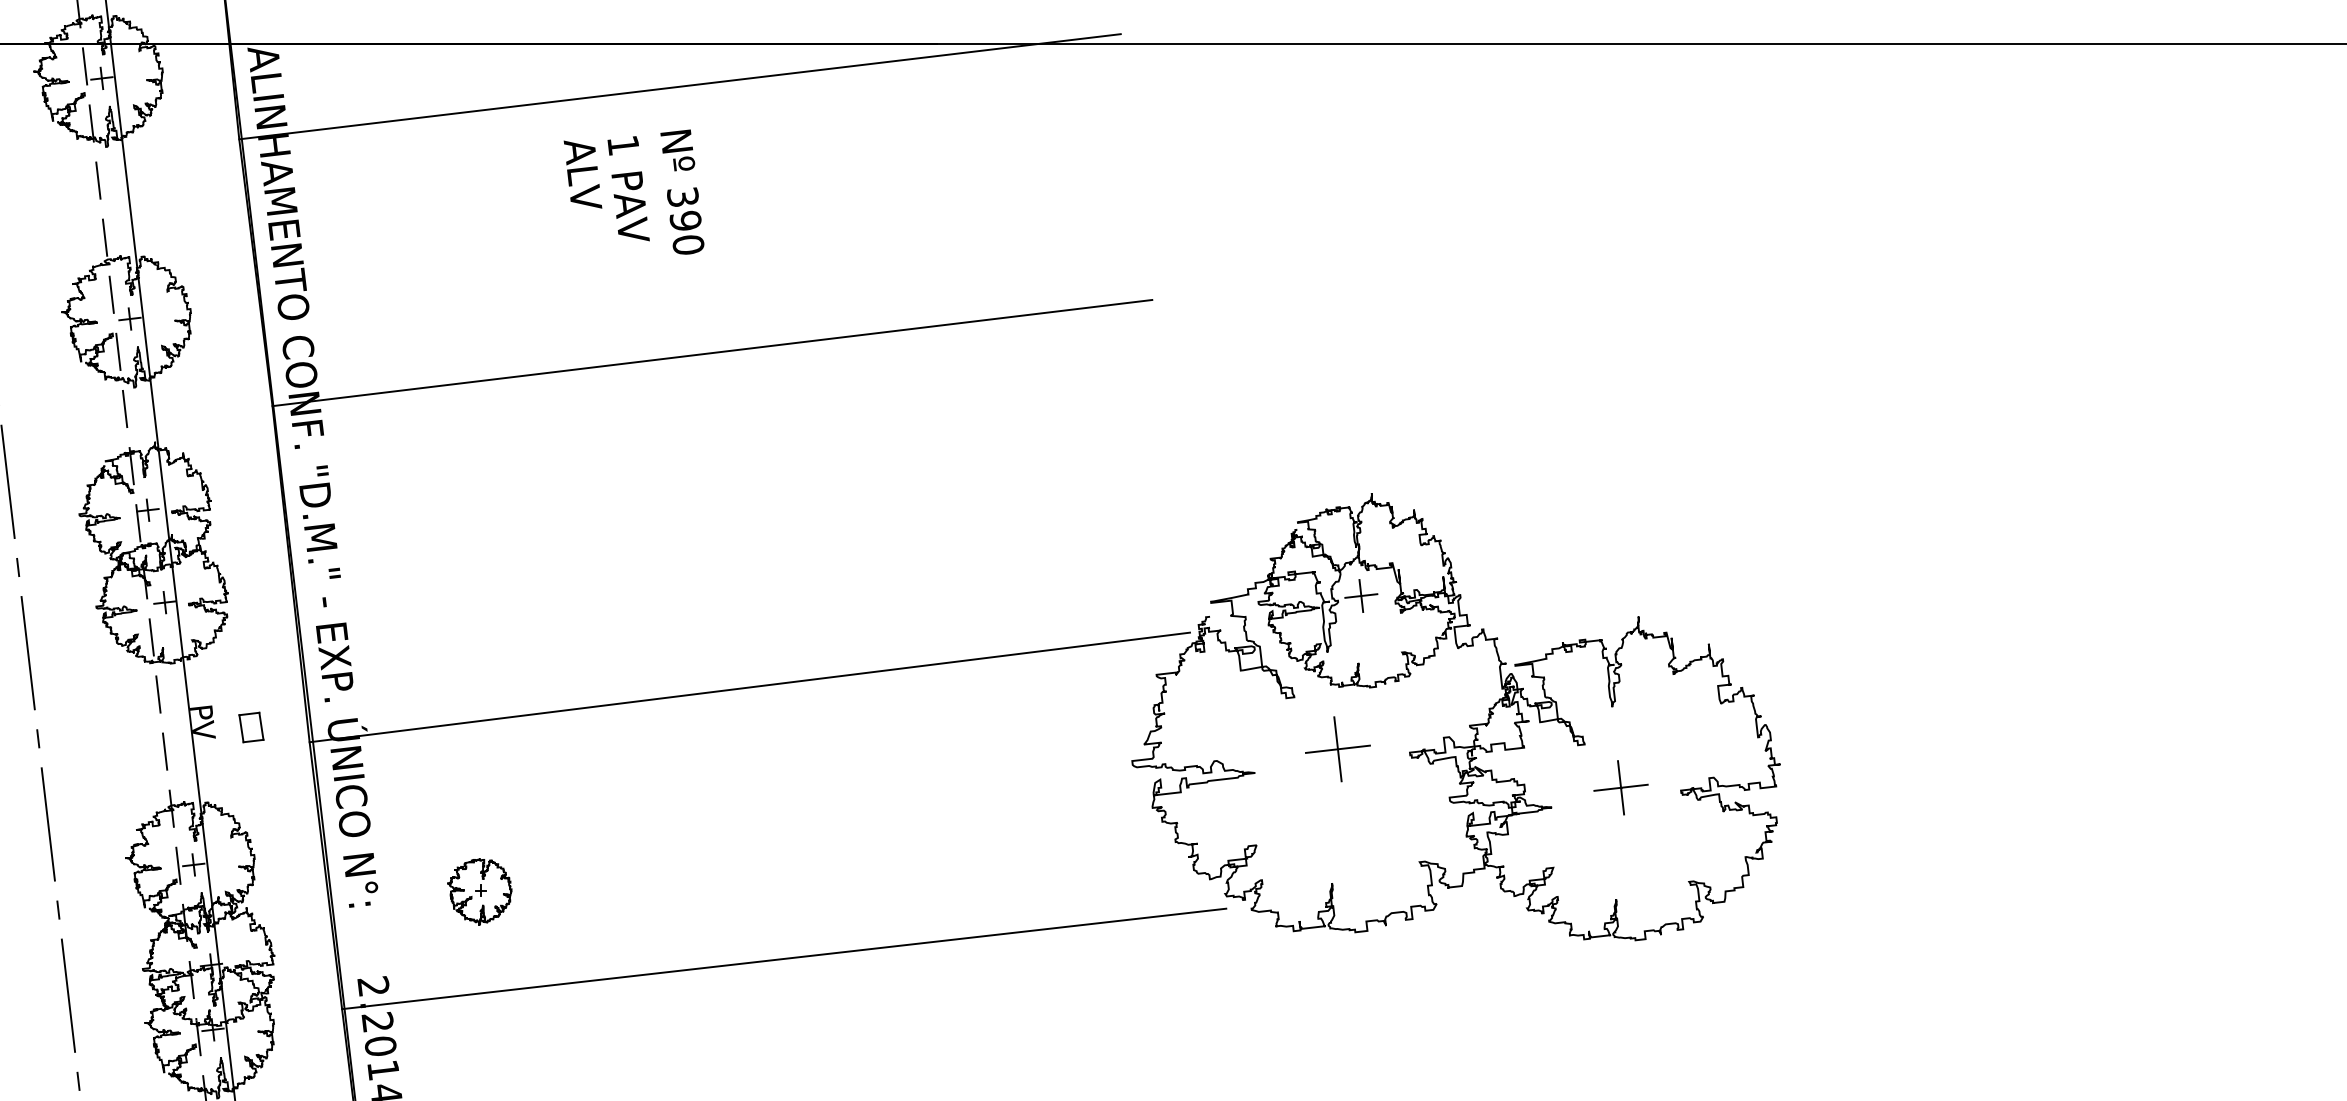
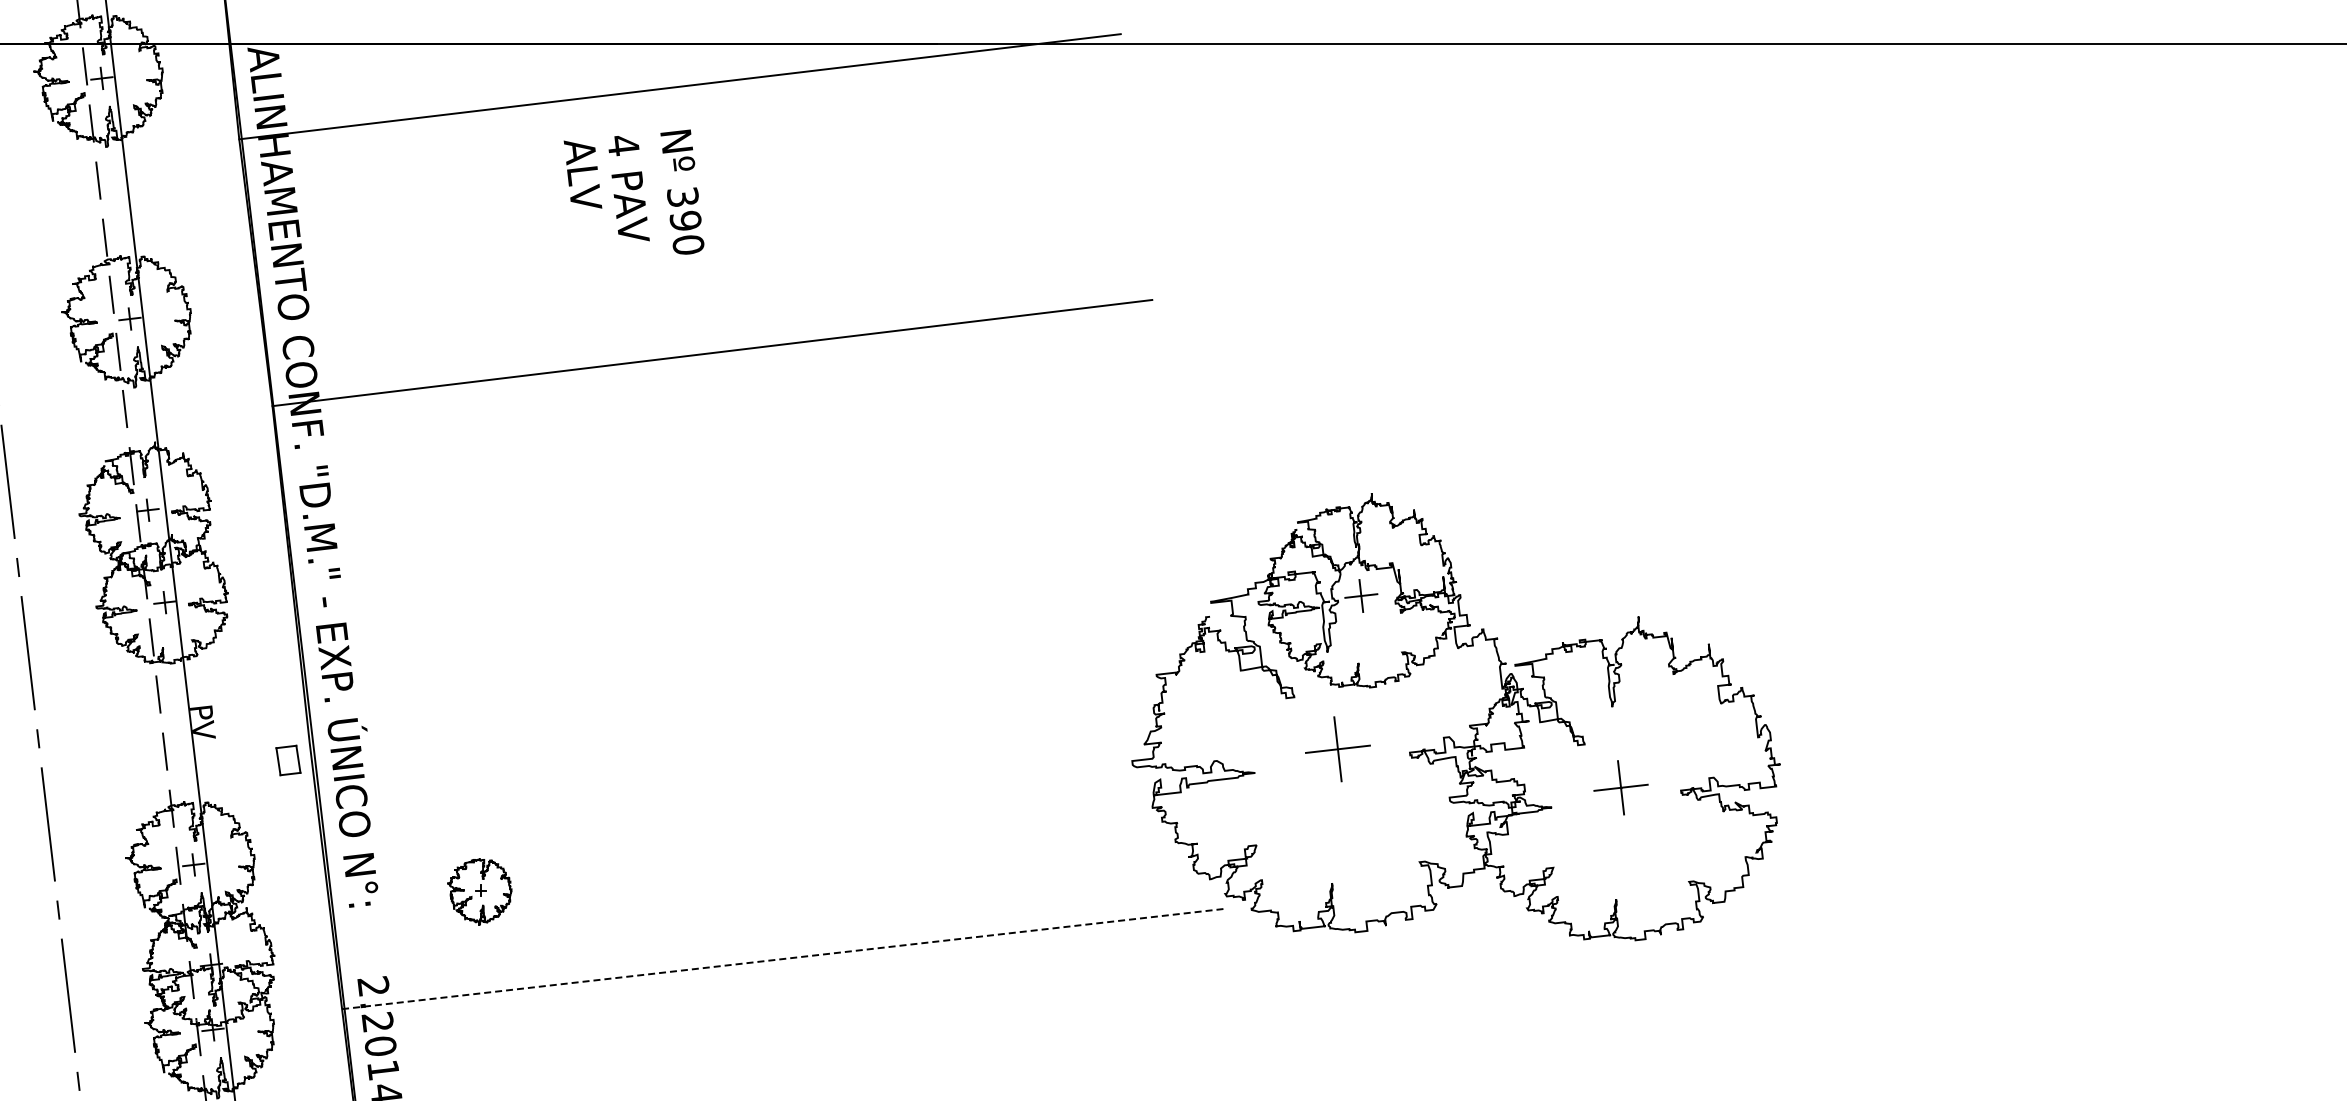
text at (623, 146): 1 -> 4
line at (749, 687): present -> none
part at (251, 727) position: (251, 727) -> (288, 760)
line at (784, 958): solid -> dashed
